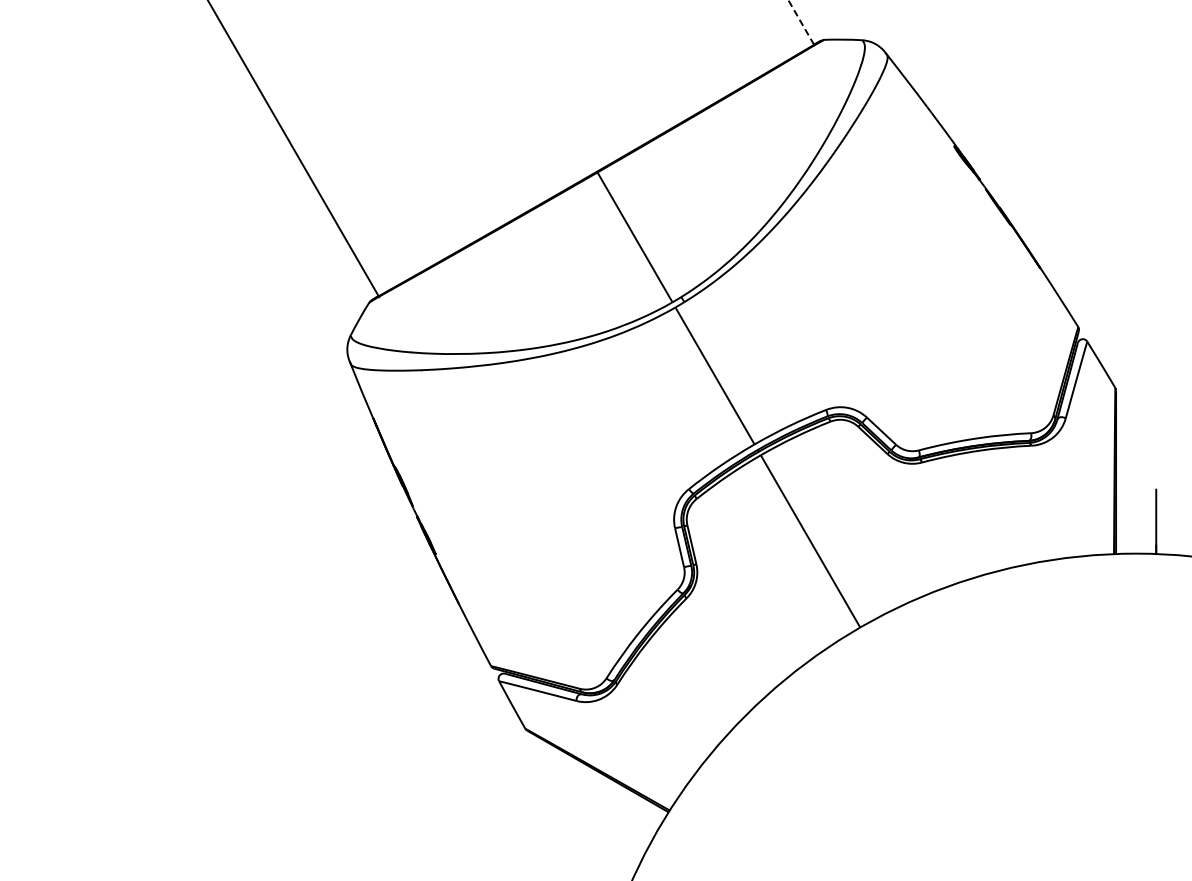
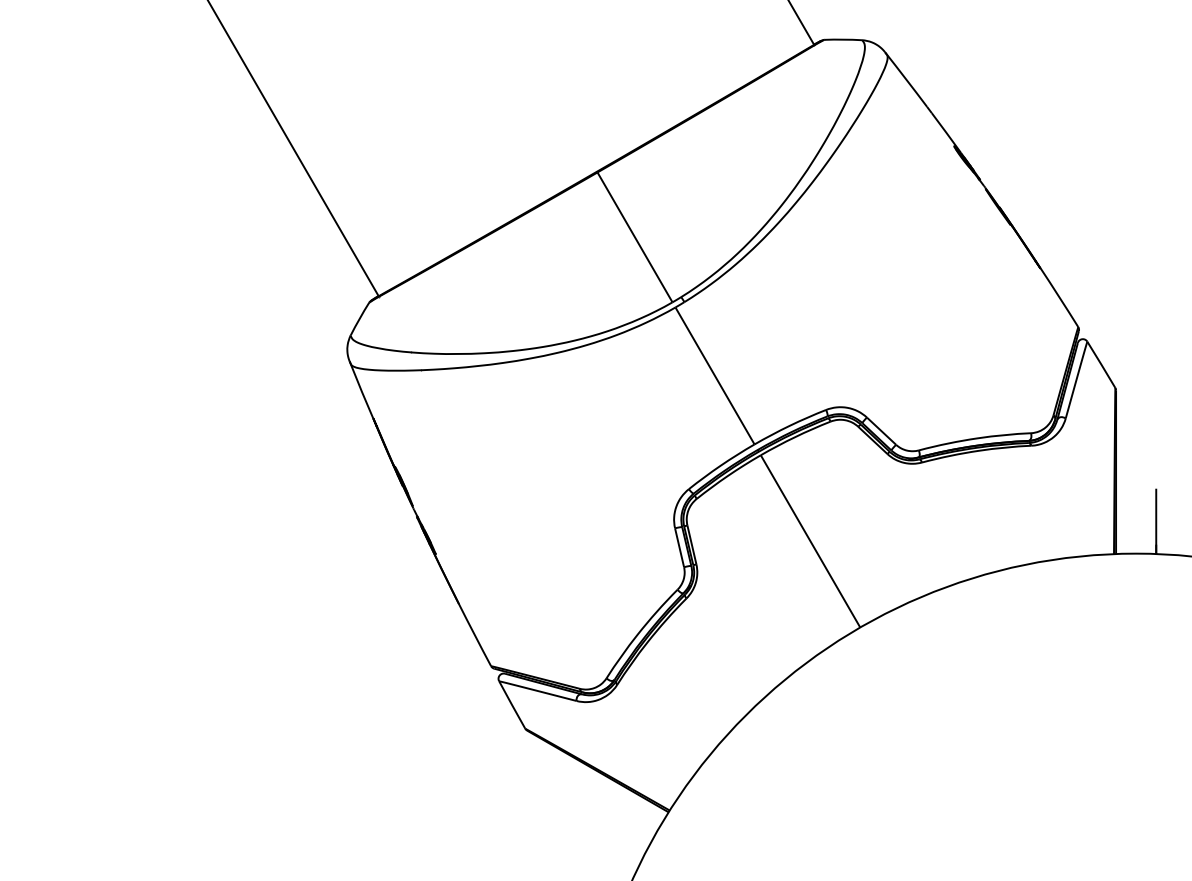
line at (801, 22): dashed -> solid
